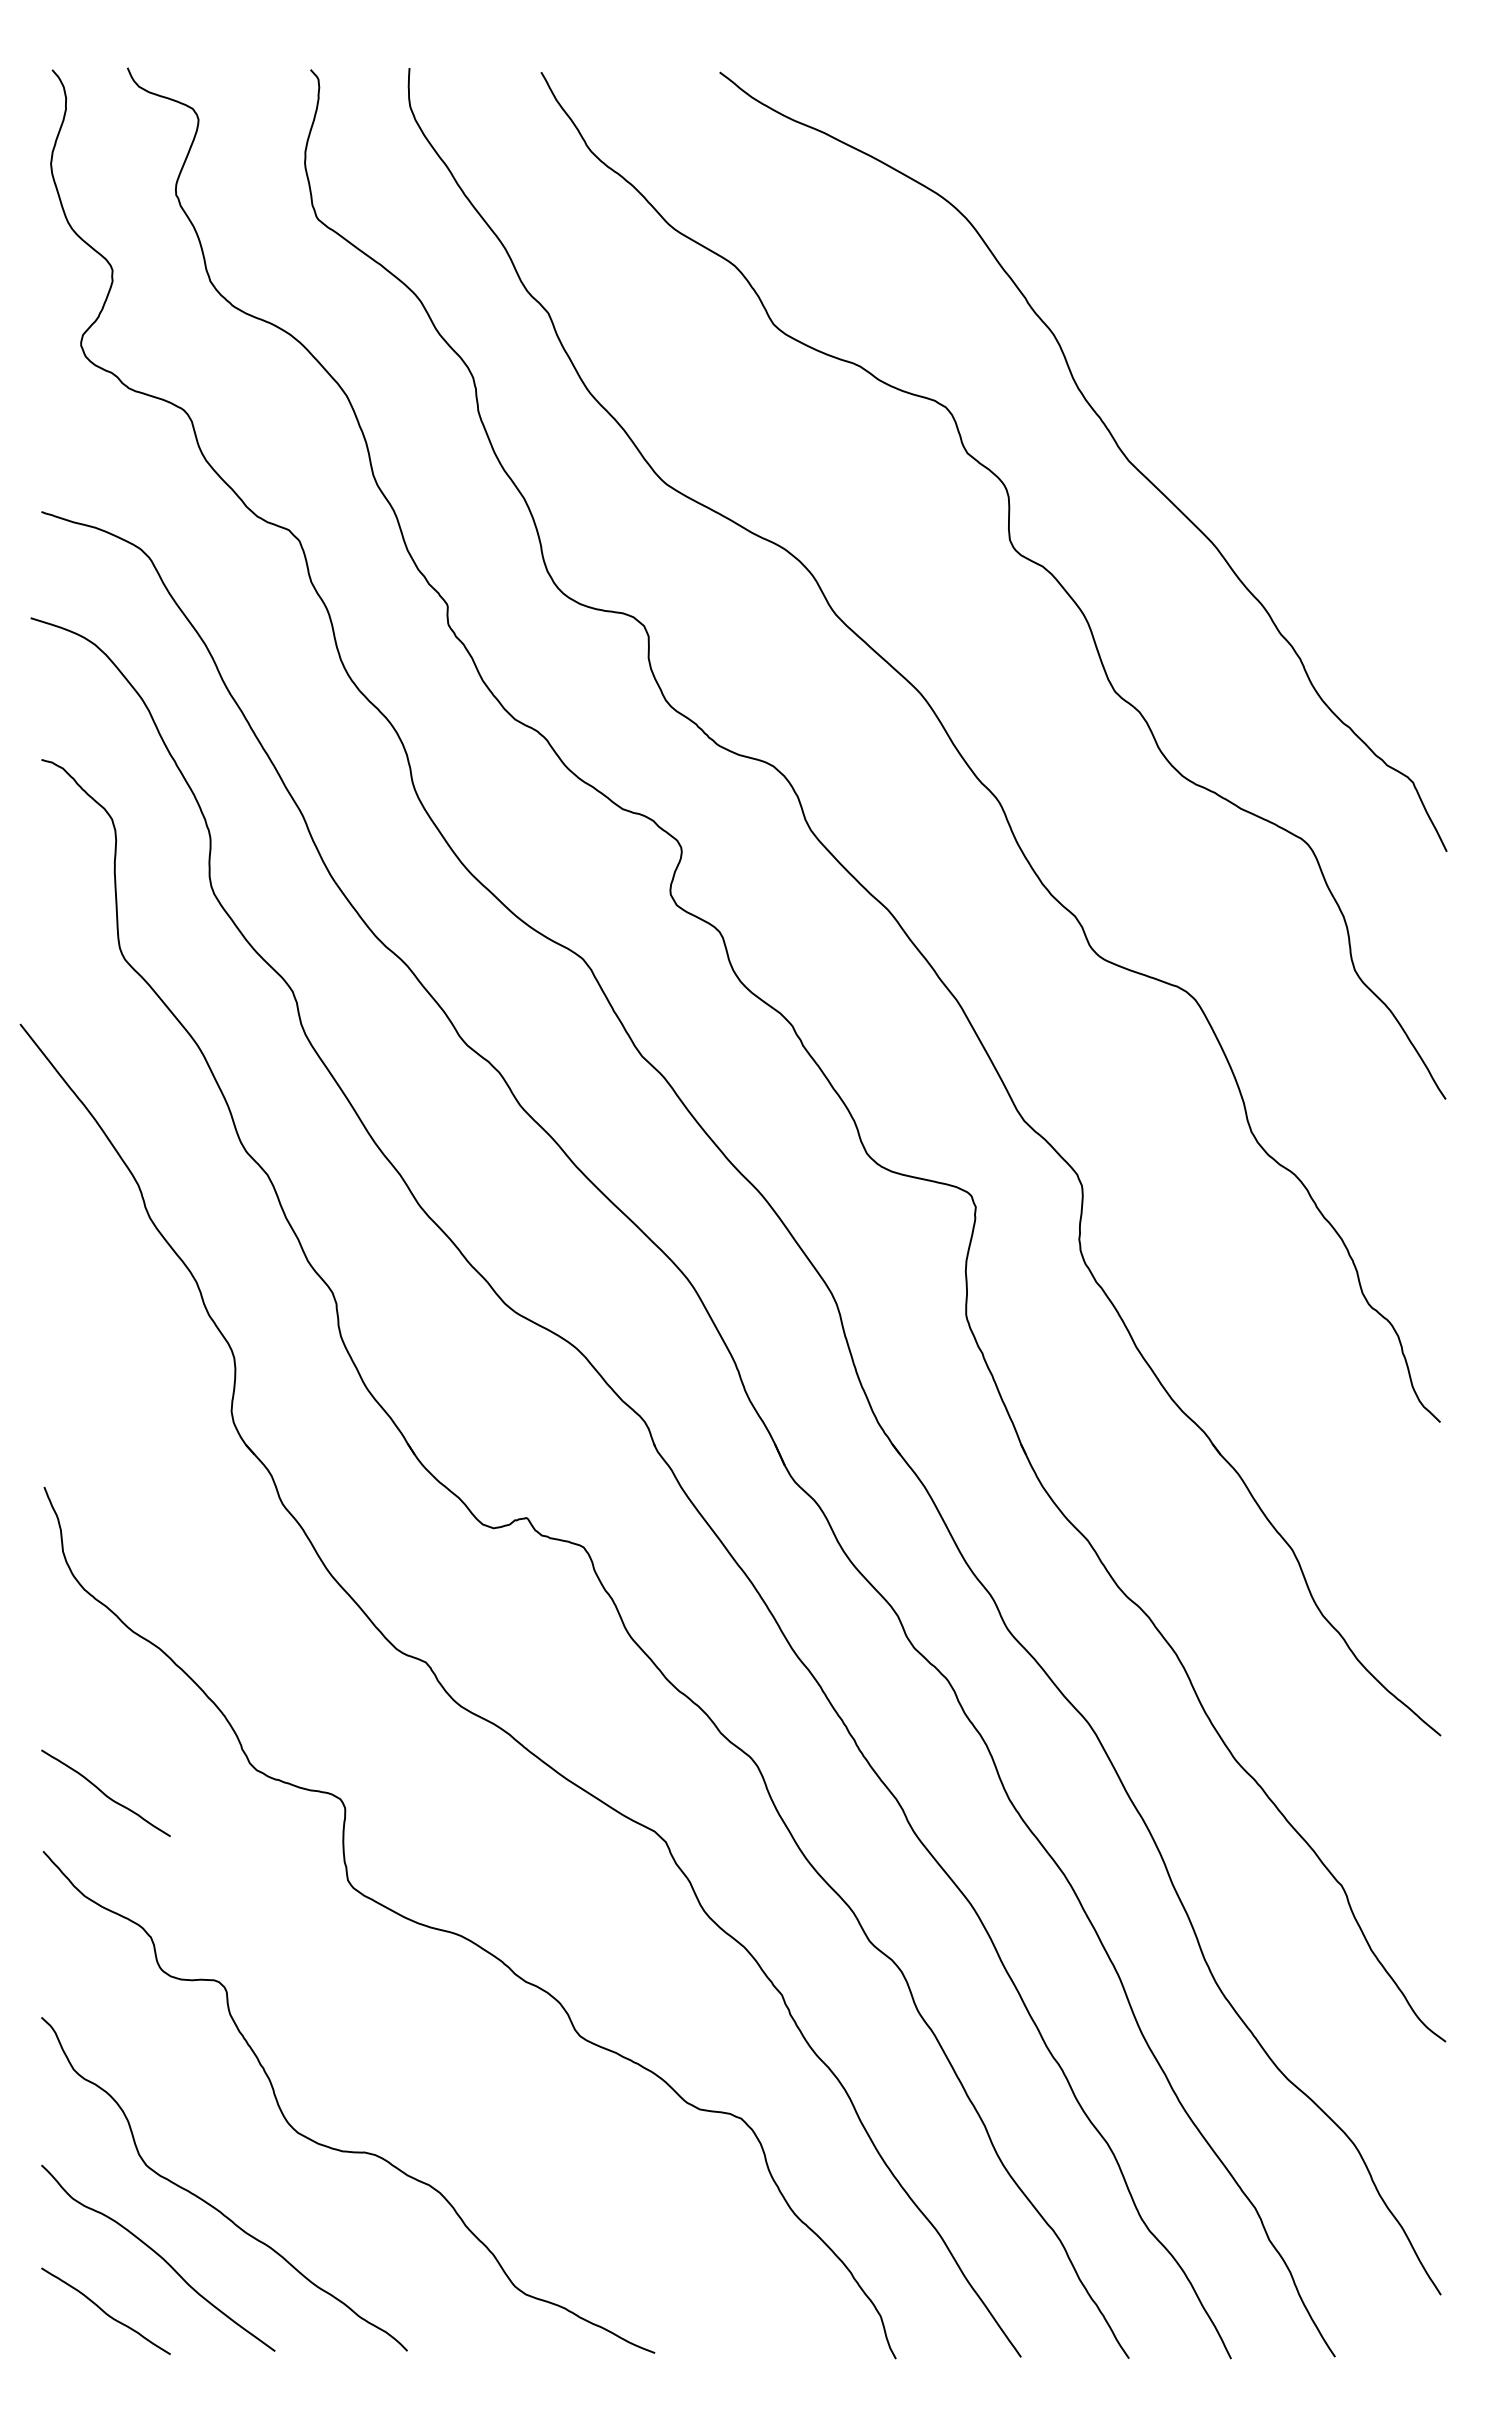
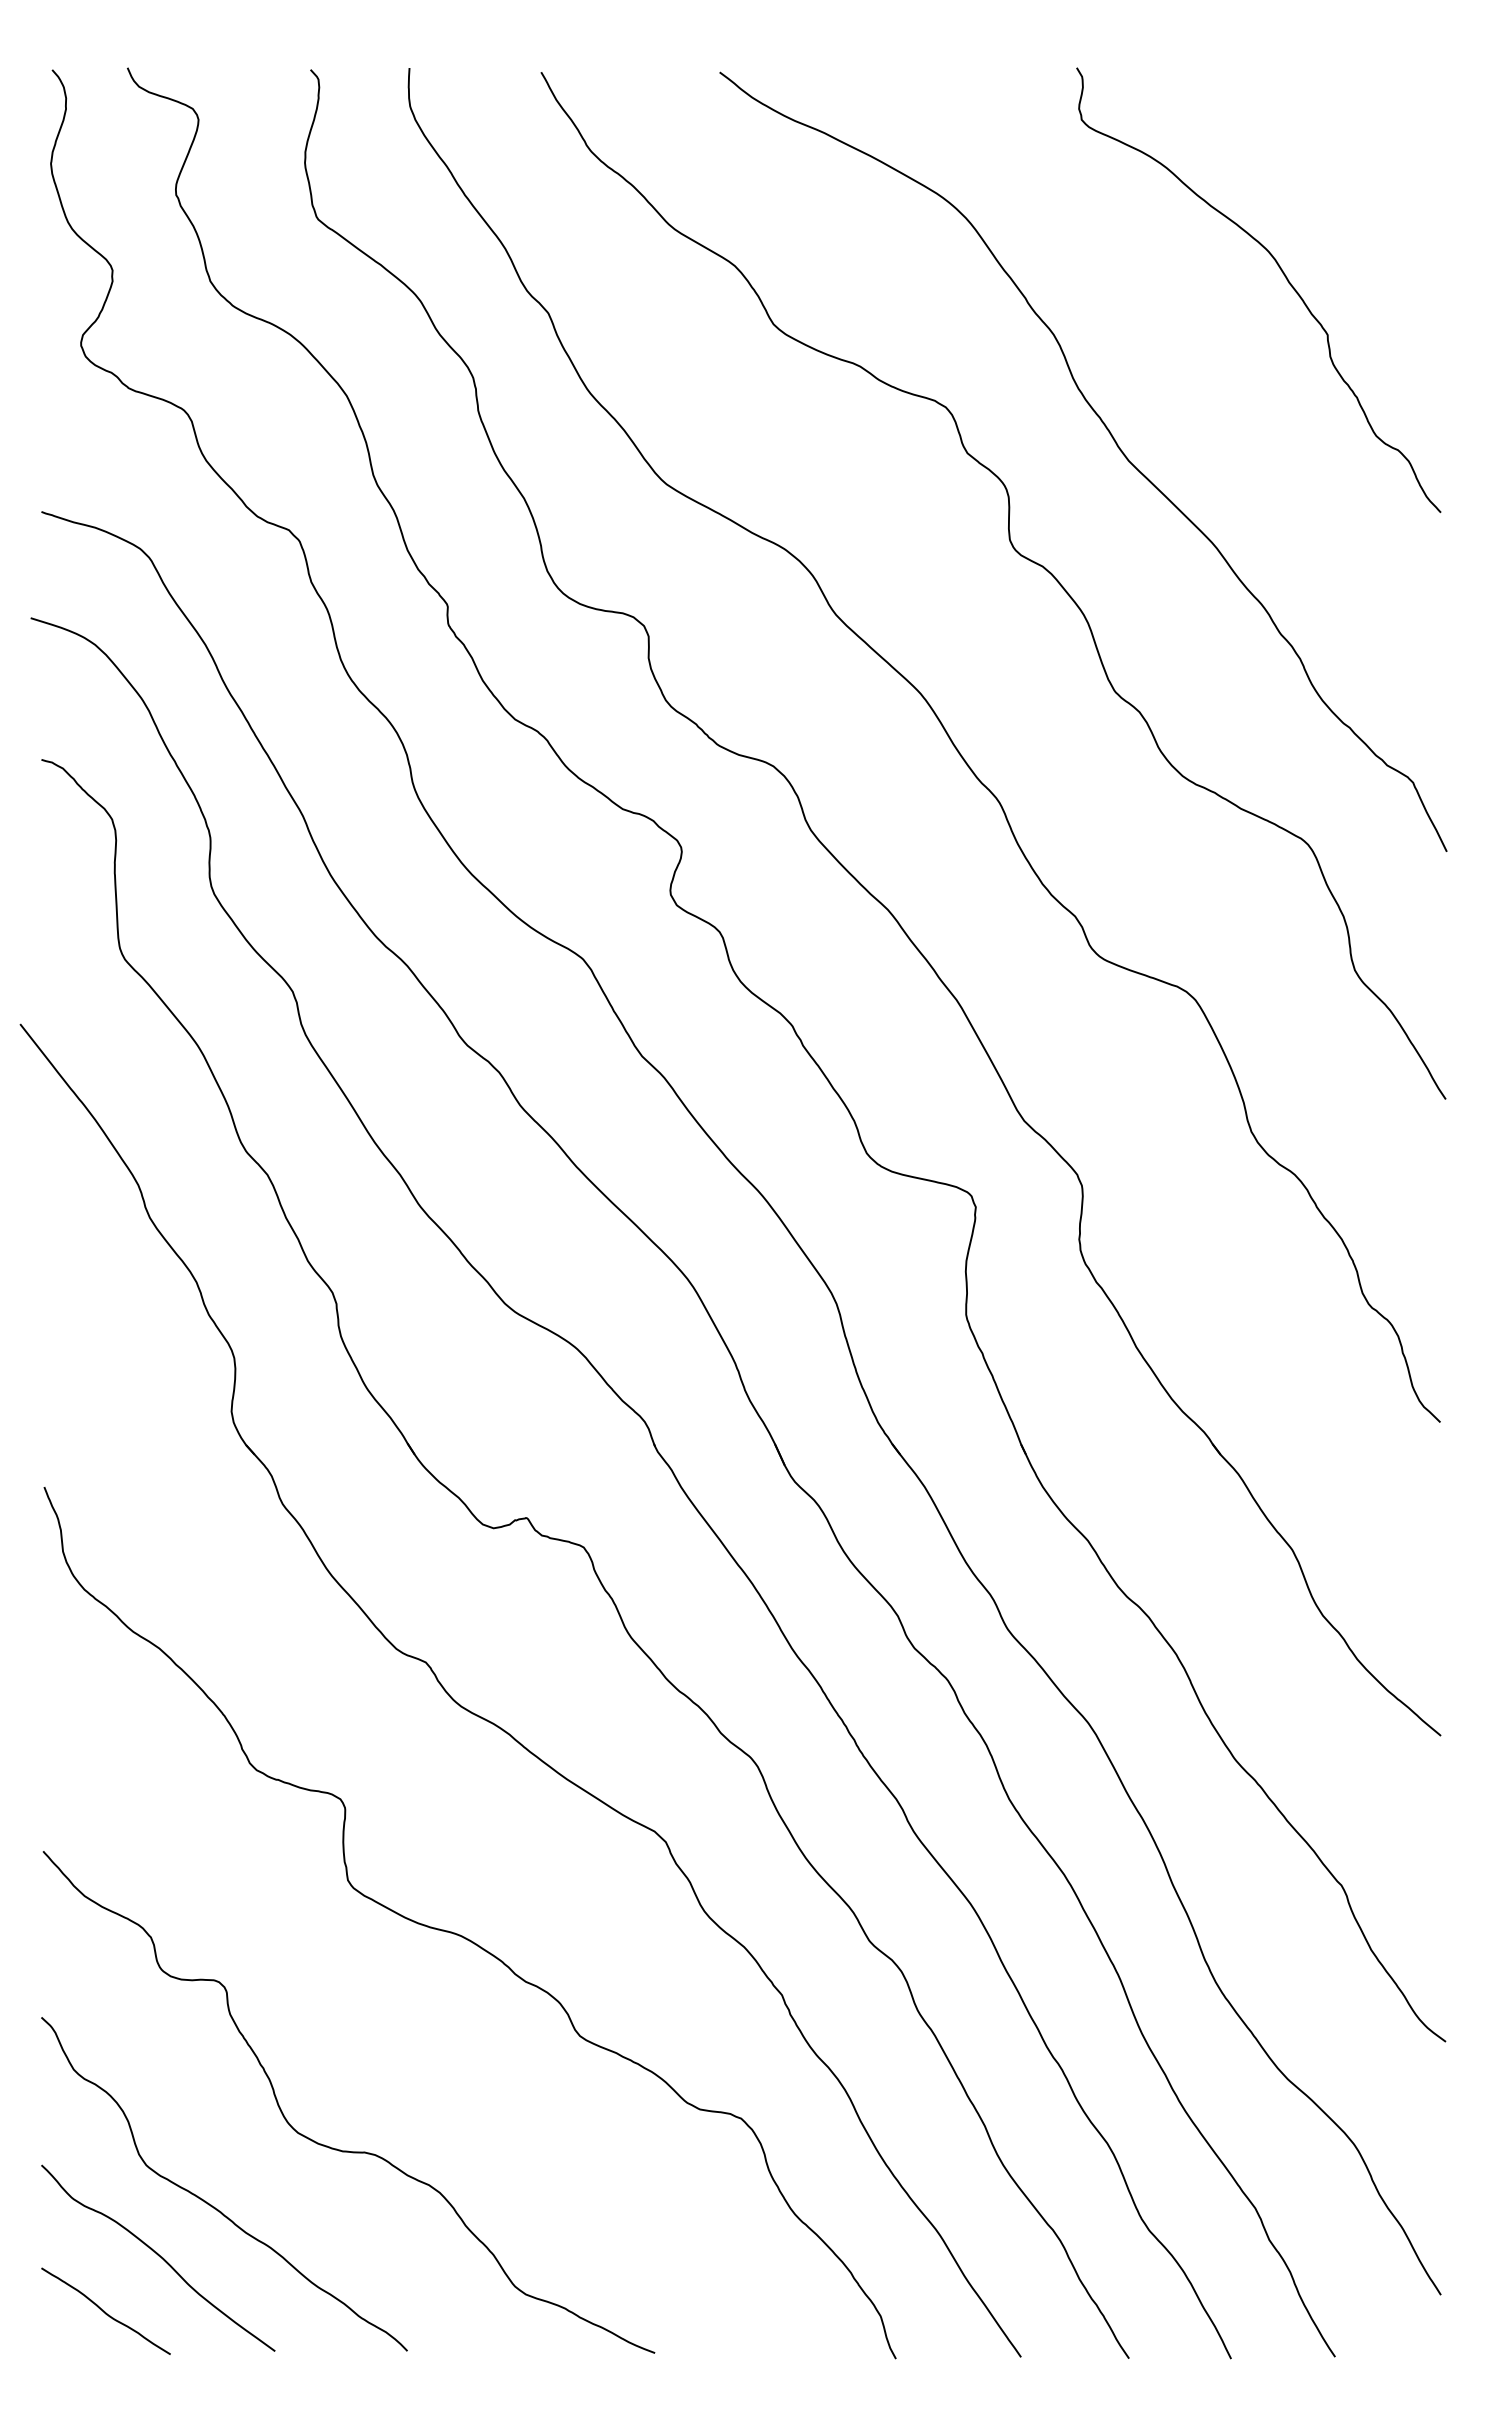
curve at (1282, 273): none -> present
curve at (104, 1792): present -> none
